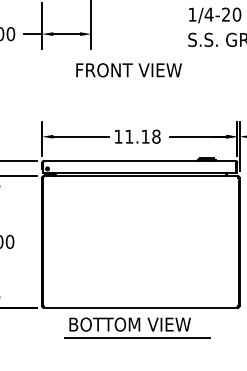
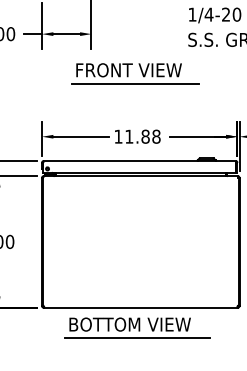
line at (135, 84): none -> present
text at (145, 136): 11.18 -> 11.88
